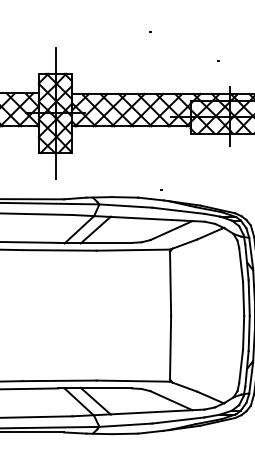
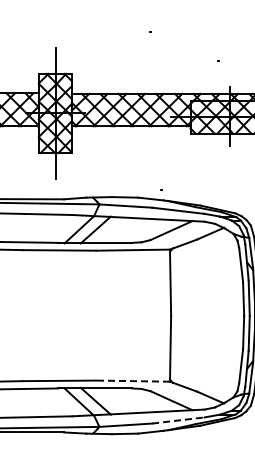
line at (133, 381): solid -> dashed
line at (178, 420): solid -> dashed
